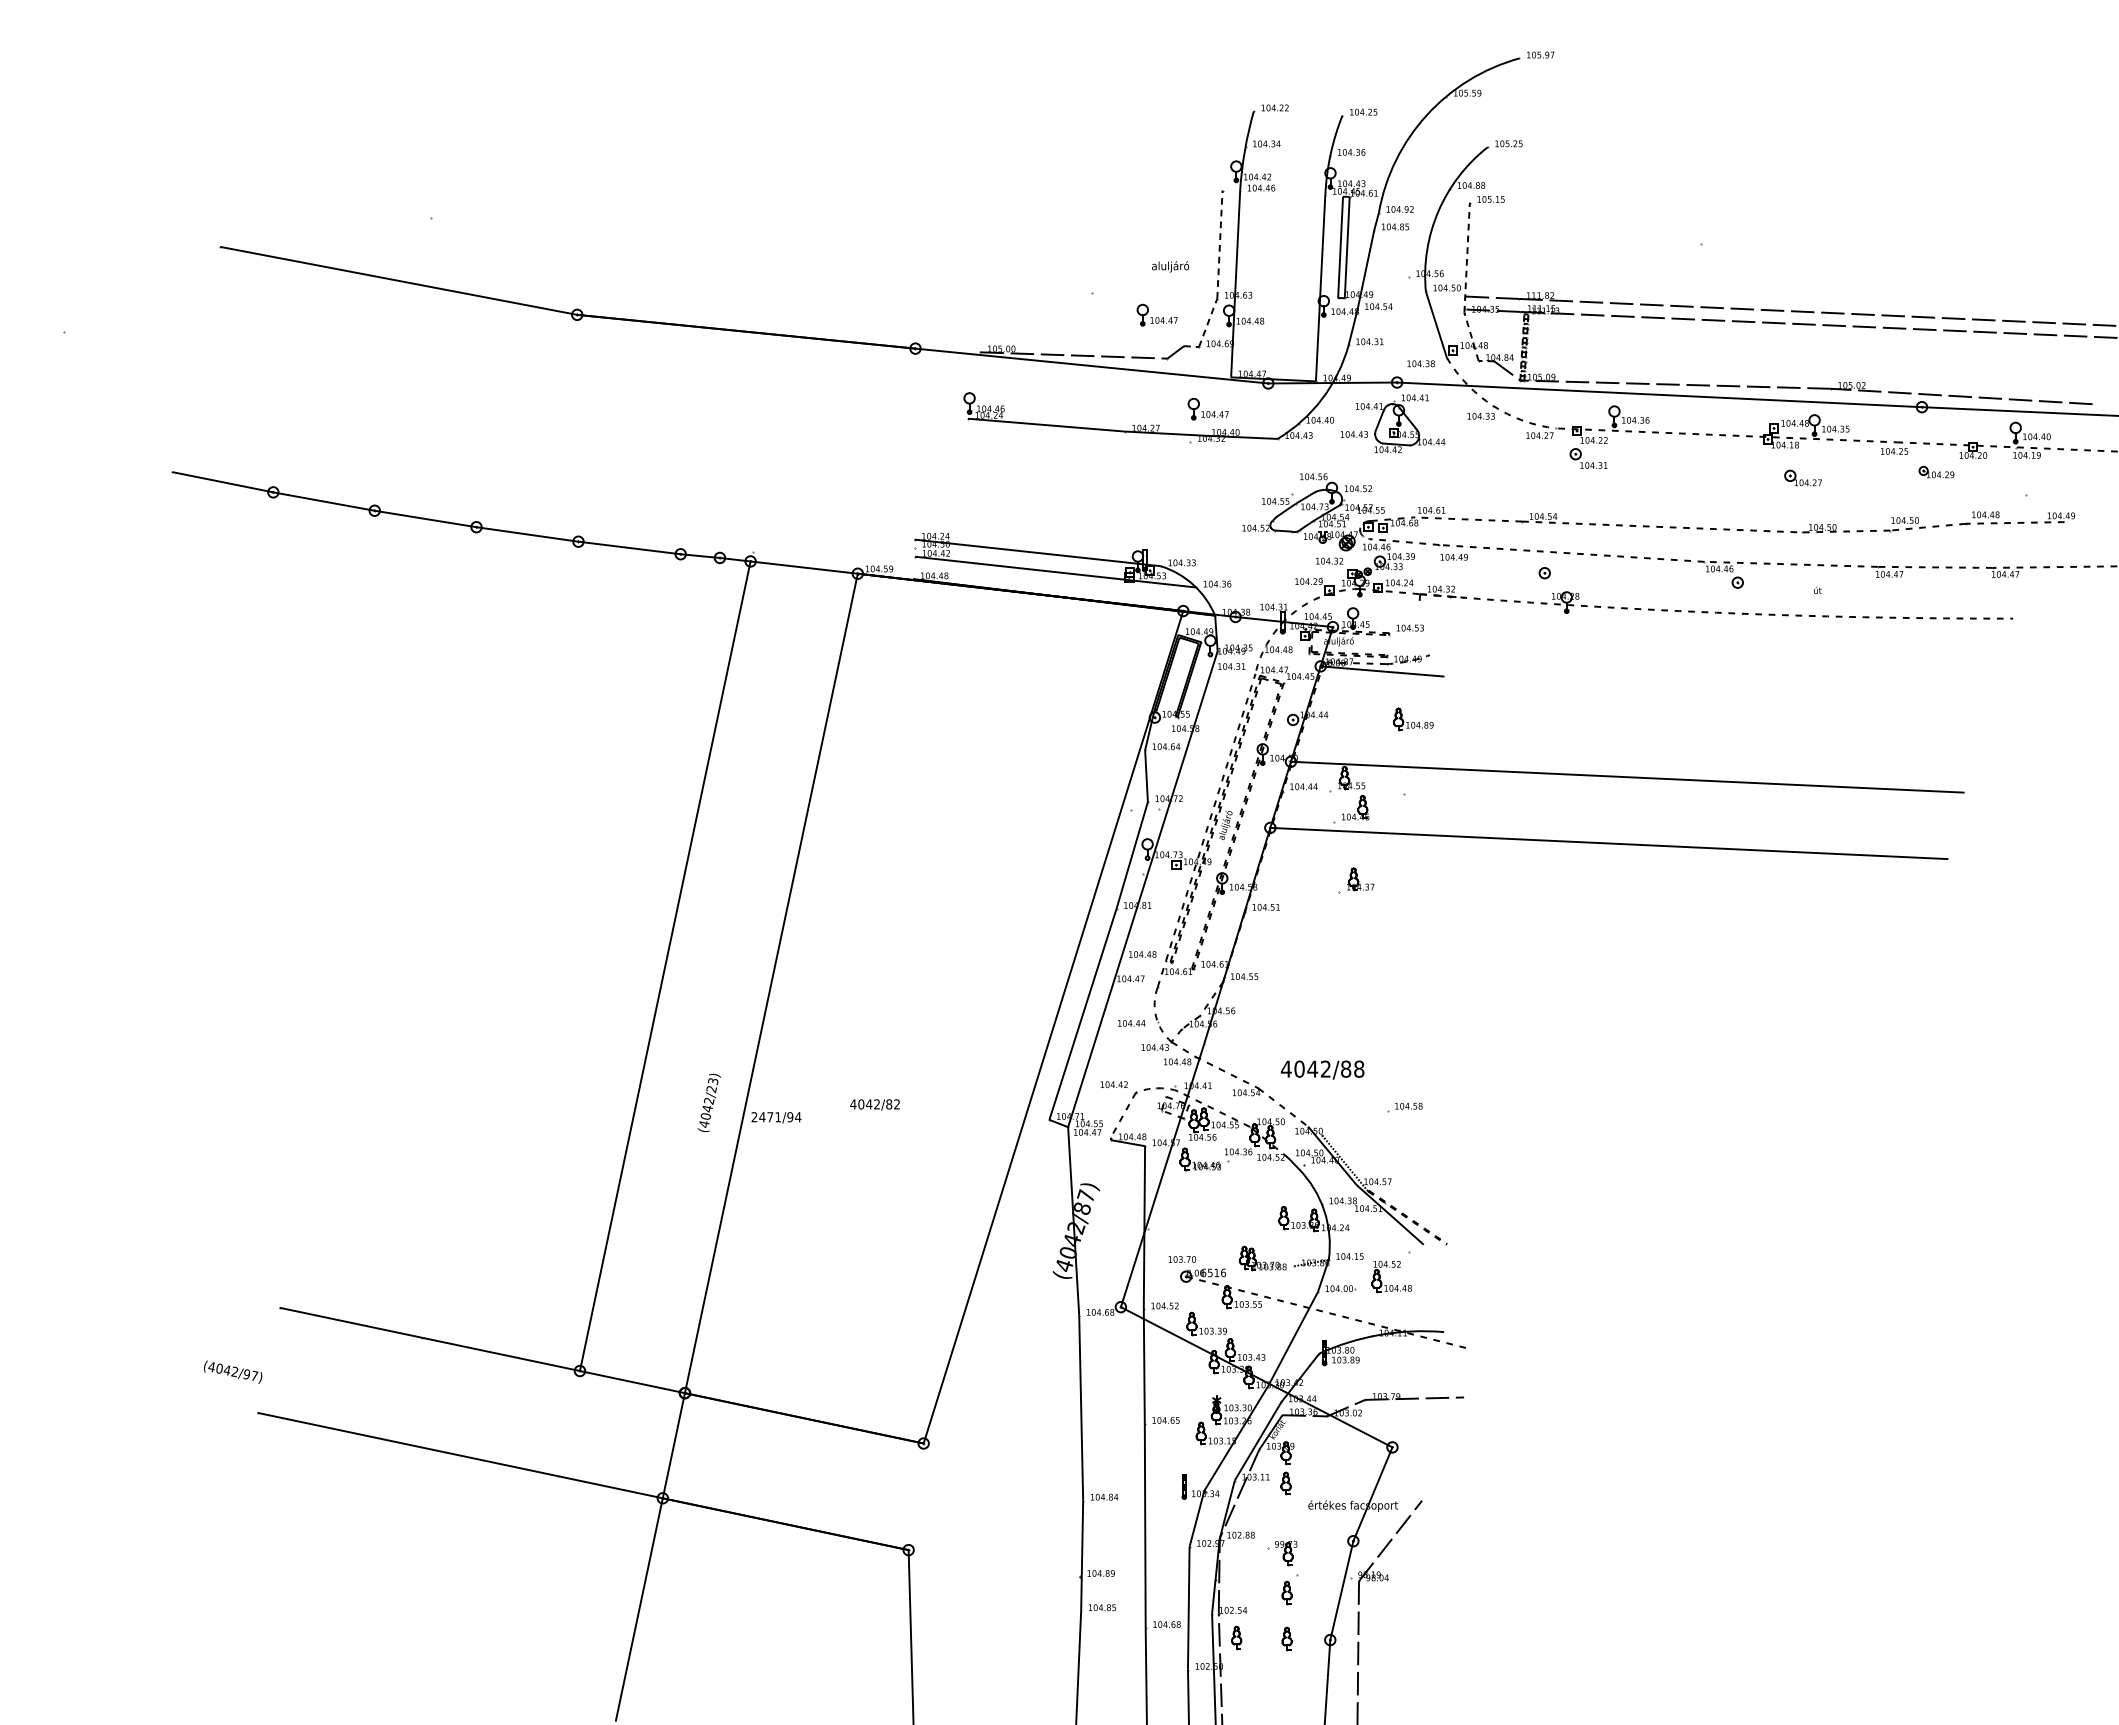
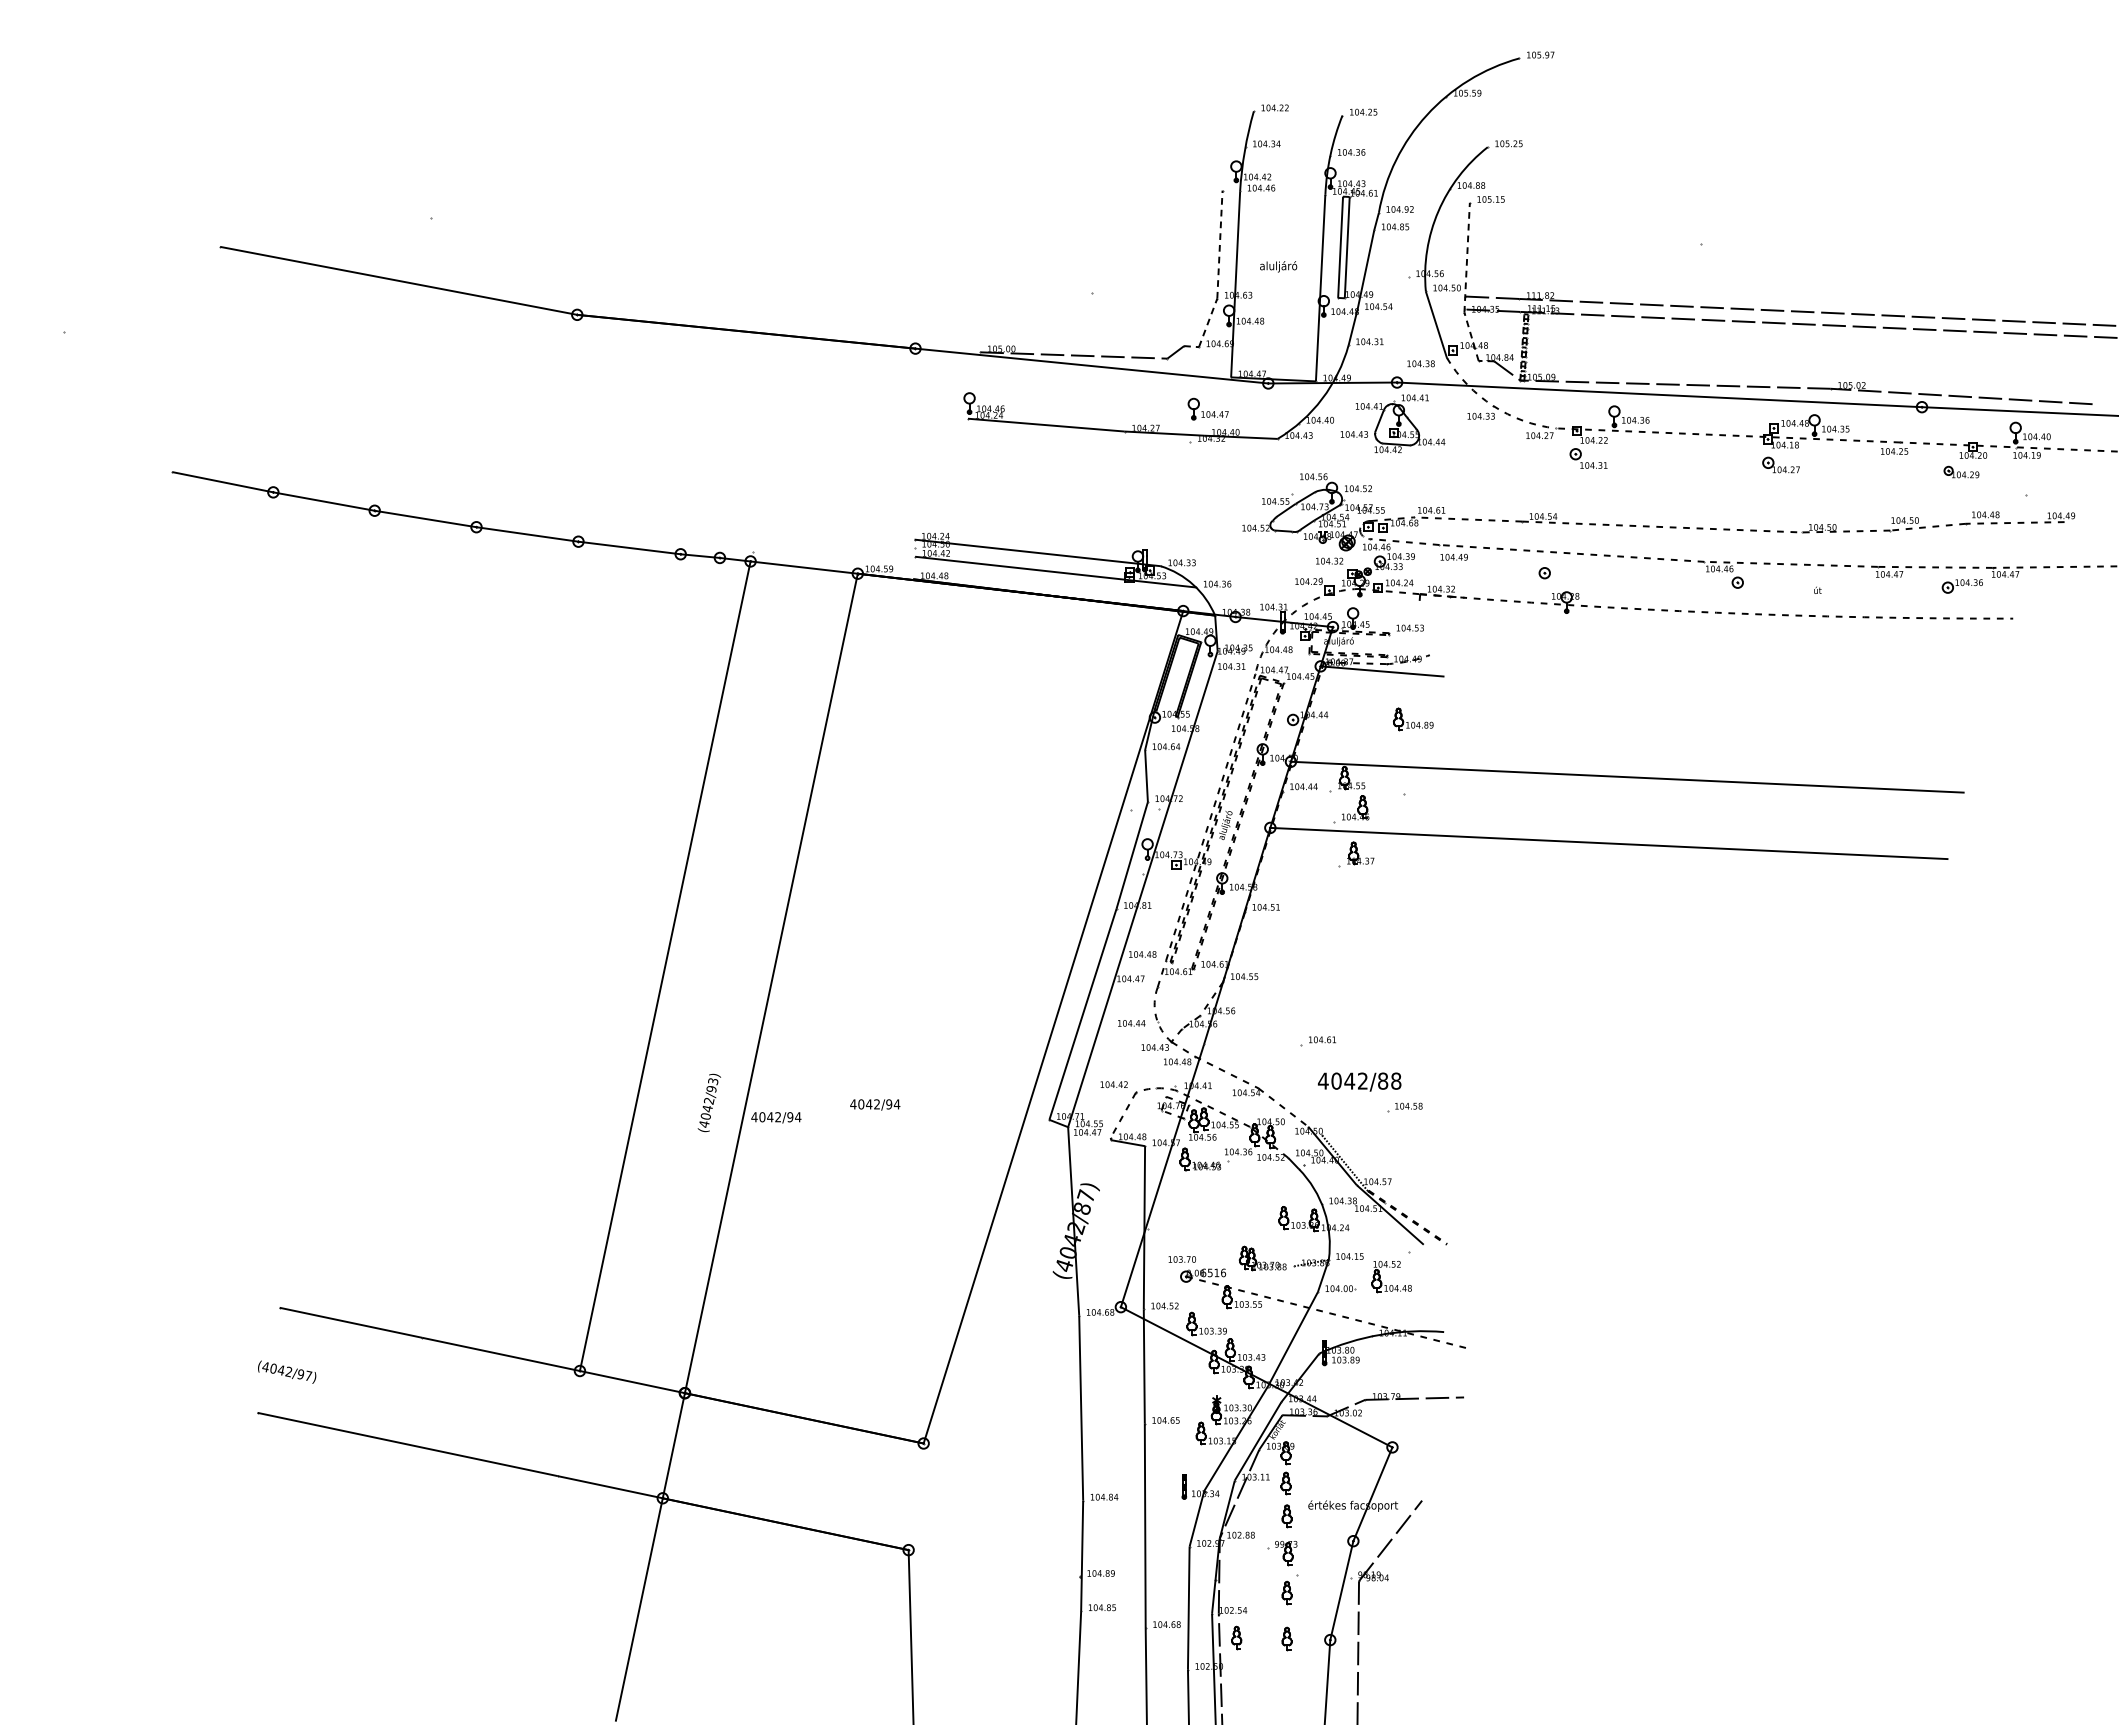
text at (1170, 266) position: (1170, 266) -> (1278, 266)
part at (1156, 314): present -> none
part at (1936, 471) position: (1936, 471) -> (1961, 471)
part at (1802, 477) position: (1802, 477) -> (1780, 464)
part at (1961, 586): none -> present
part at (1356, 880) position: (1356, 880) -> (1356, 854)
part at (1318, 1041): none -> present
text at (1322, 1069) position: (1322, 1069) -> (1359, 1081)
text at (711, 1089): (4042/23) -> (4042/93)
text at (893, 1104): 4042/82 -> 4042/94
text at (765, 1117): 2471/94 -> 4042/94
text at (233, 1371) position: (233, 1371) -> (287, 1371)
part at (1286, 1516): none -> present
